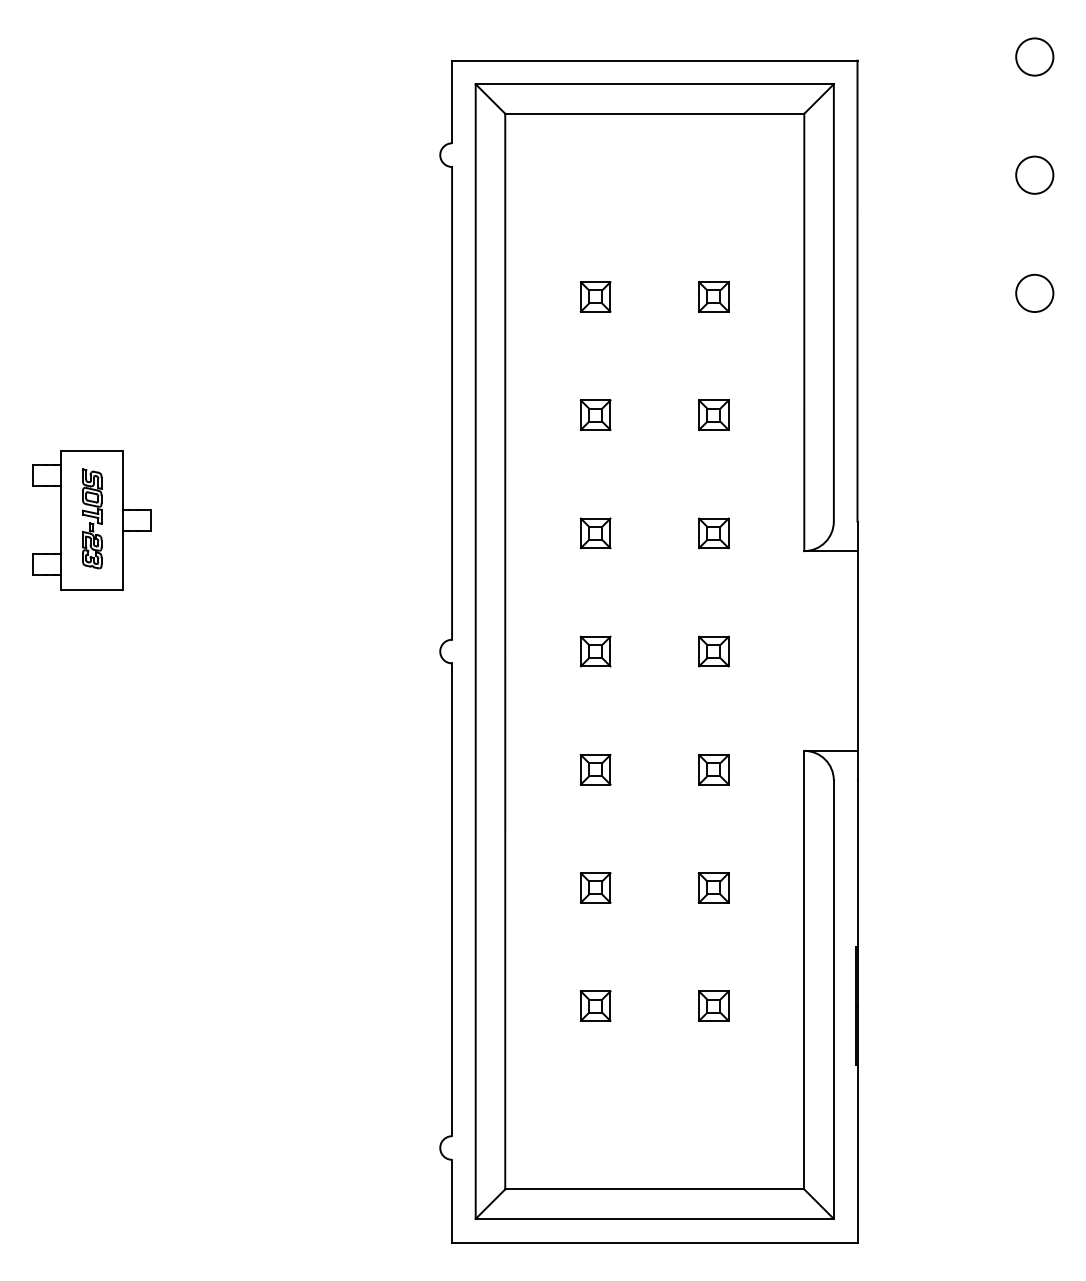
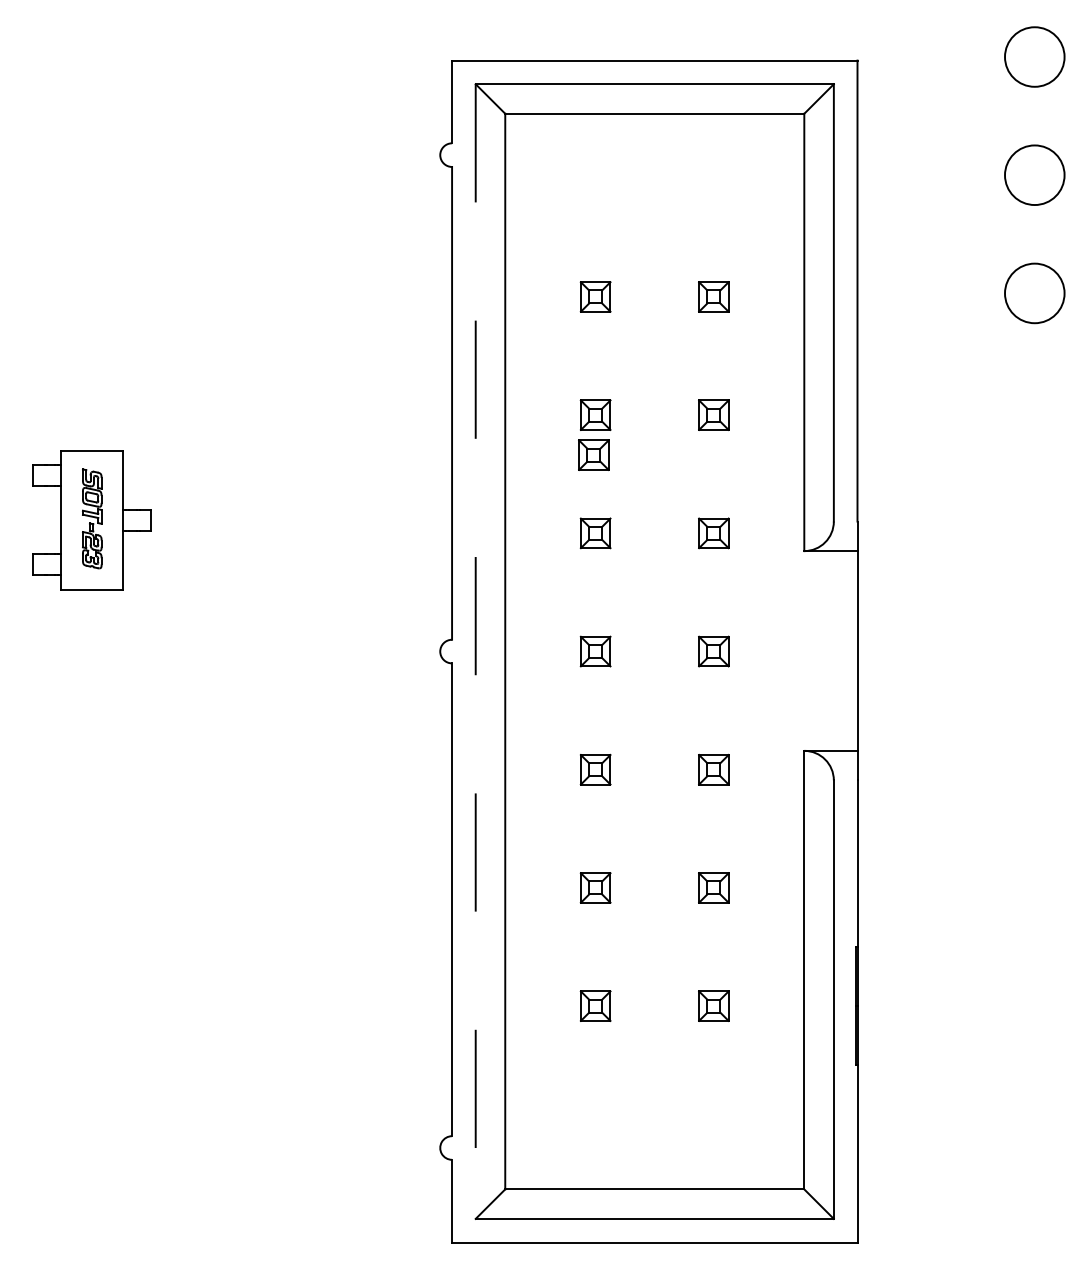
circle at (1034, 56) diameter: 37 px -> 60 px
circle at (1034, 174) diameter: 37 px -> 60 px
circle at (1034, 293) diameter: 37 px -> 60 px
part at (593, 454): none -> present
line at (475, 652): solid -> dashed
